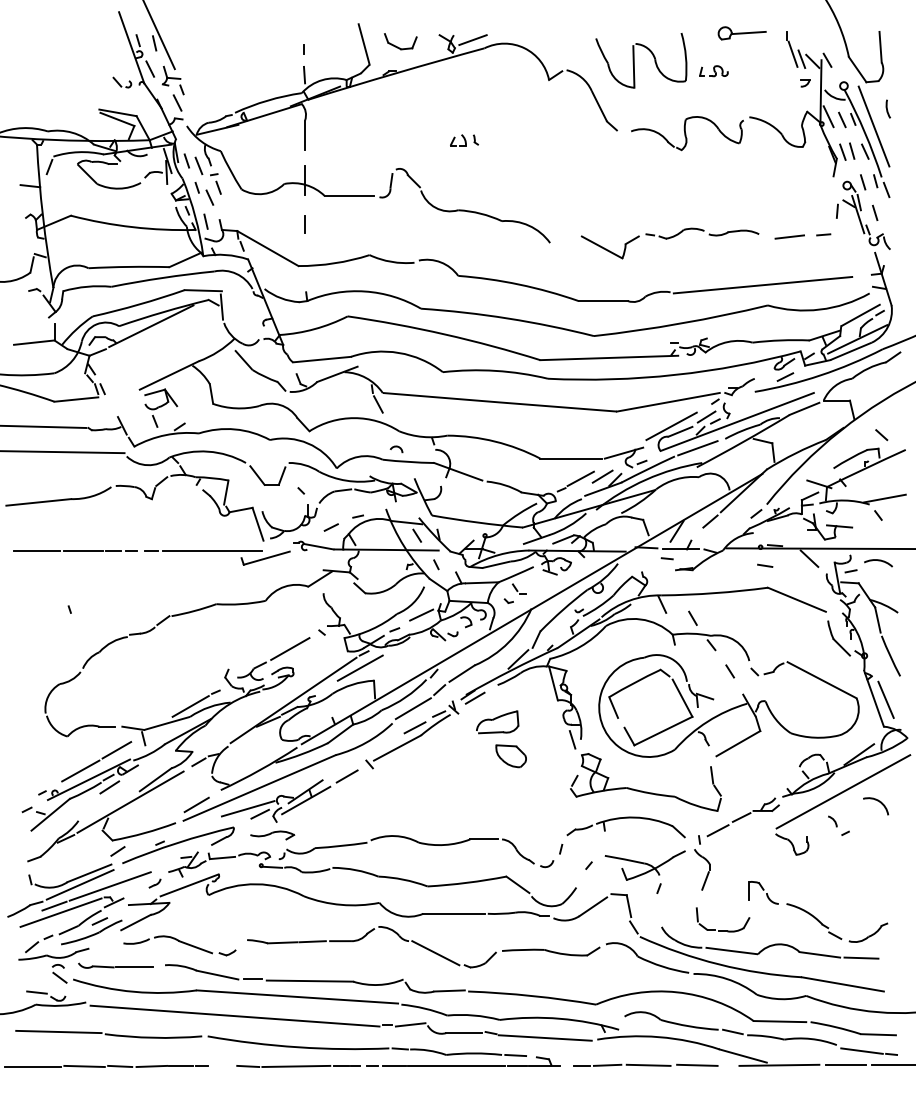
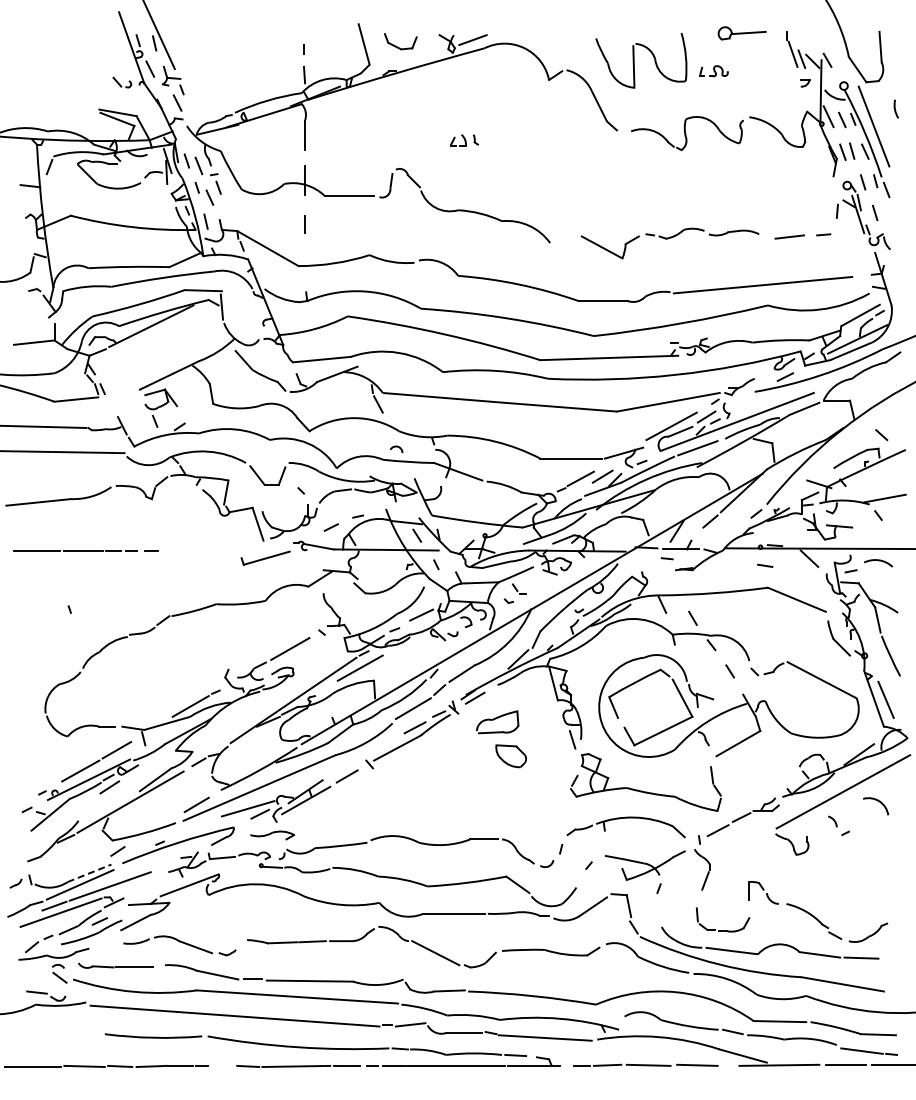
line at (887, 108) position: (887, 108) -> (895, 108)
line at (212, 550): present -> none
line at (89, 873): solid -> dashed
part at (154, 883) position: (154, 883) -> (15, 883)
line at (58, 1031): present -> none
